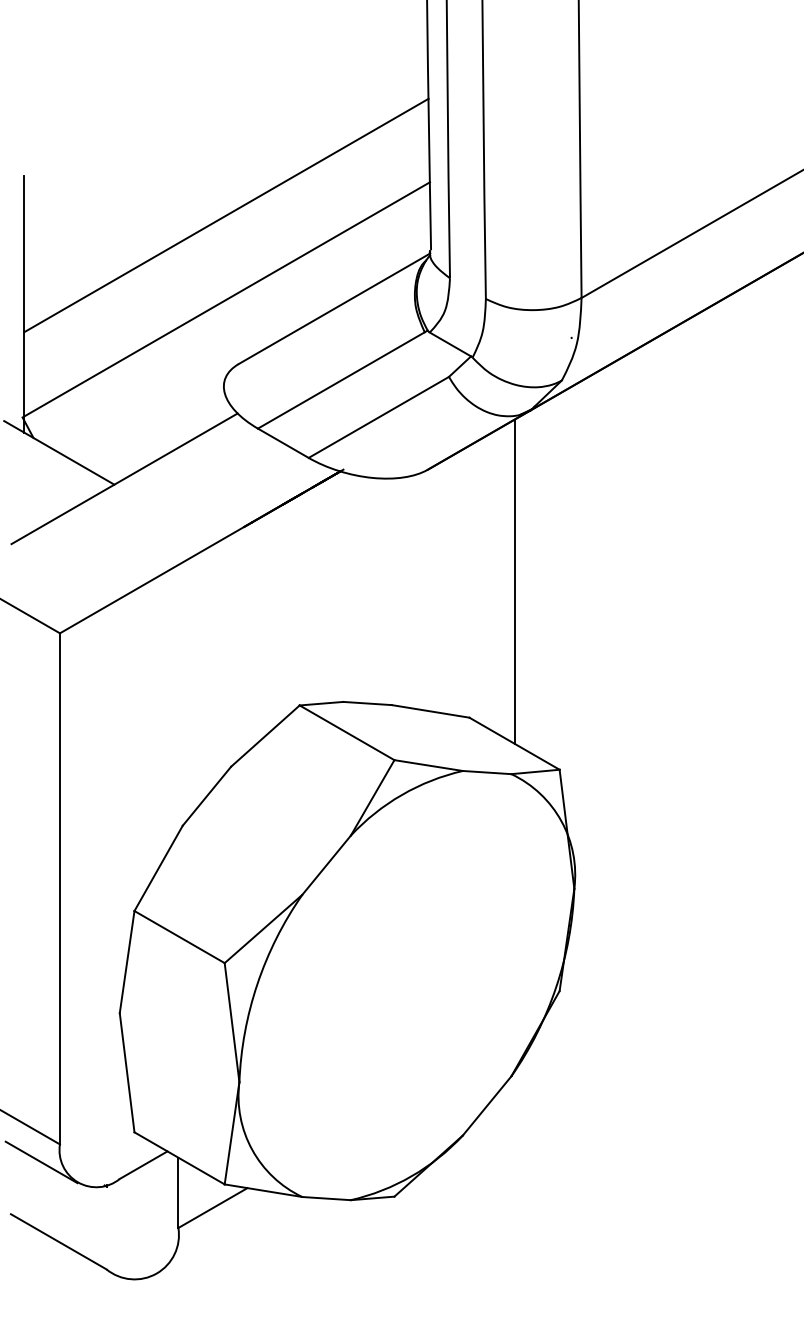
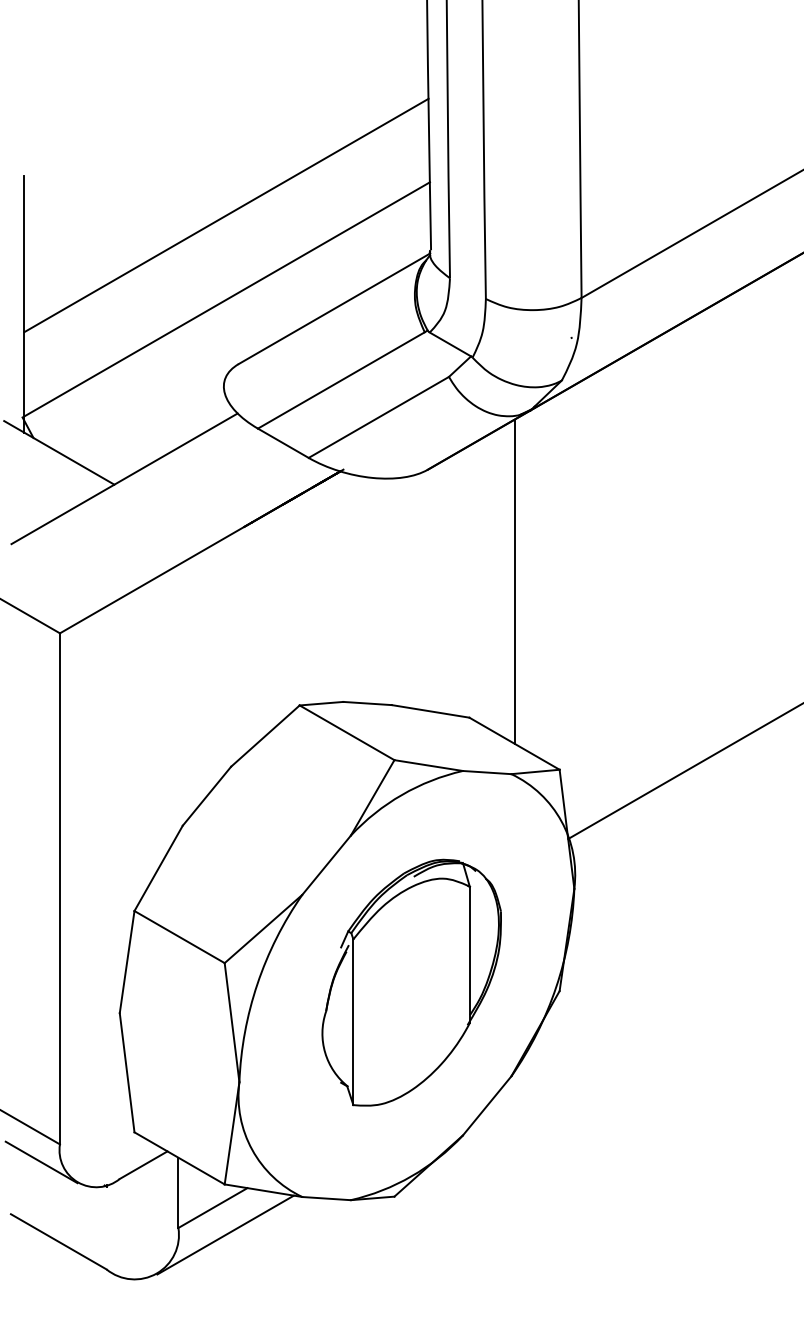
line at (684, 772): none -> present
part at (411, 982): none -> present
line at (225, 1234): none -> present
